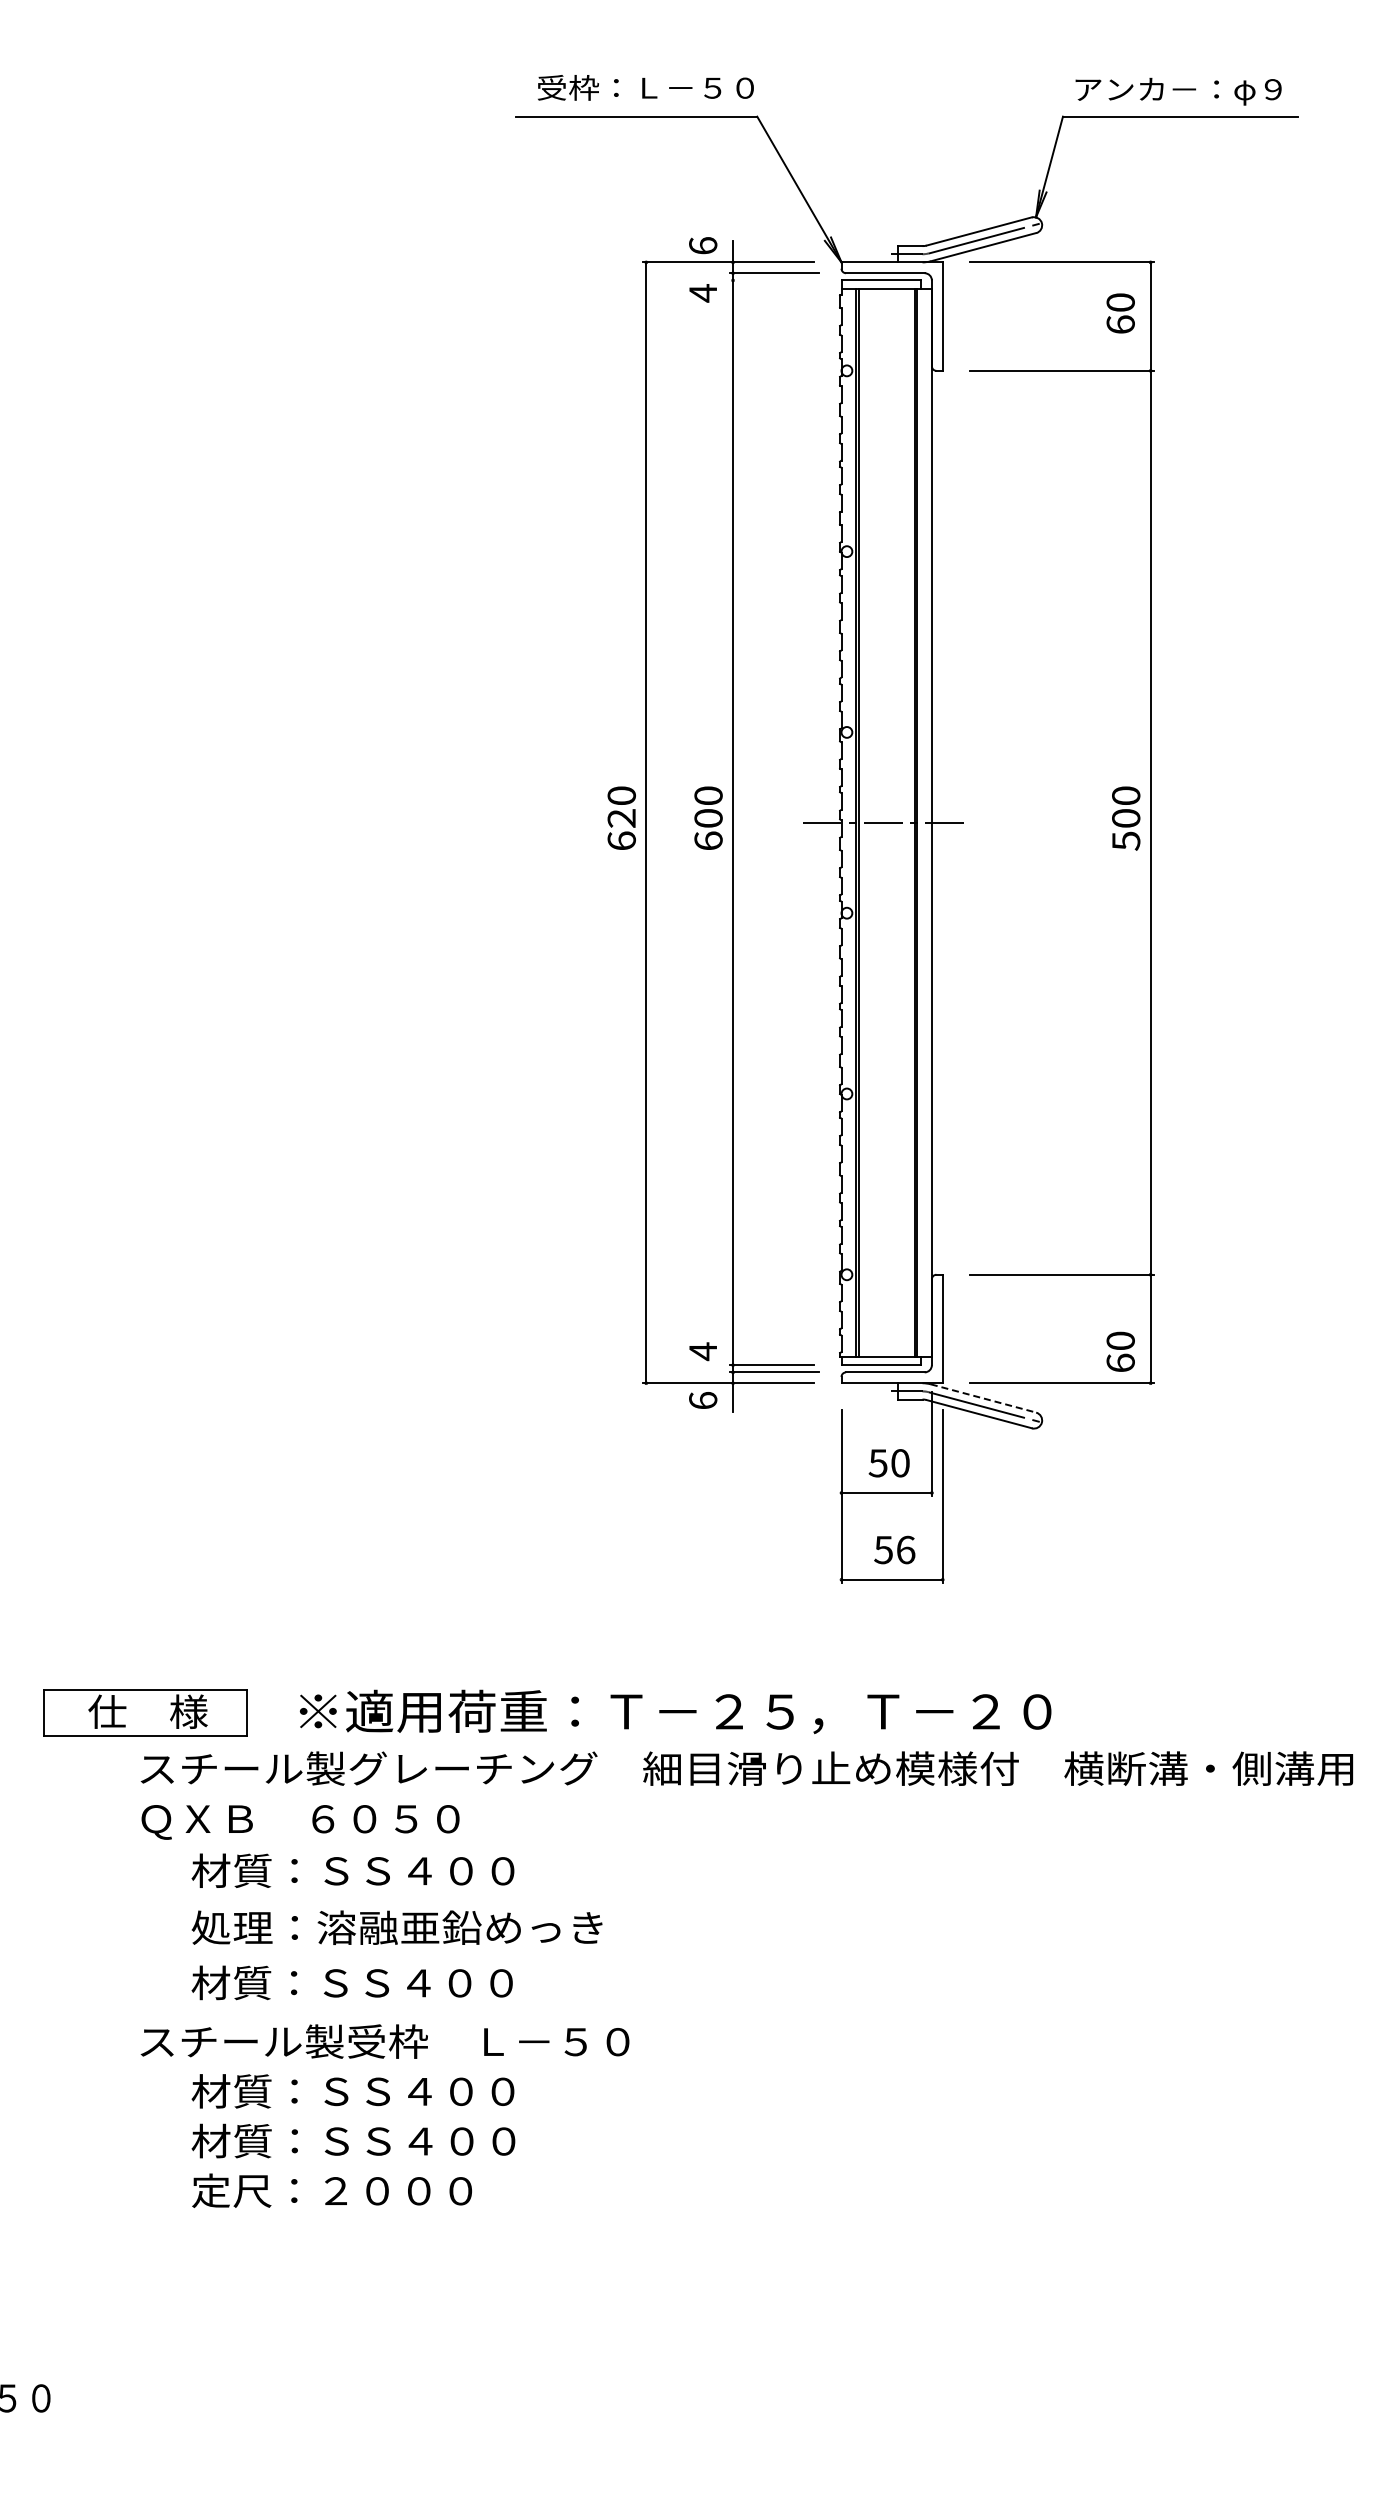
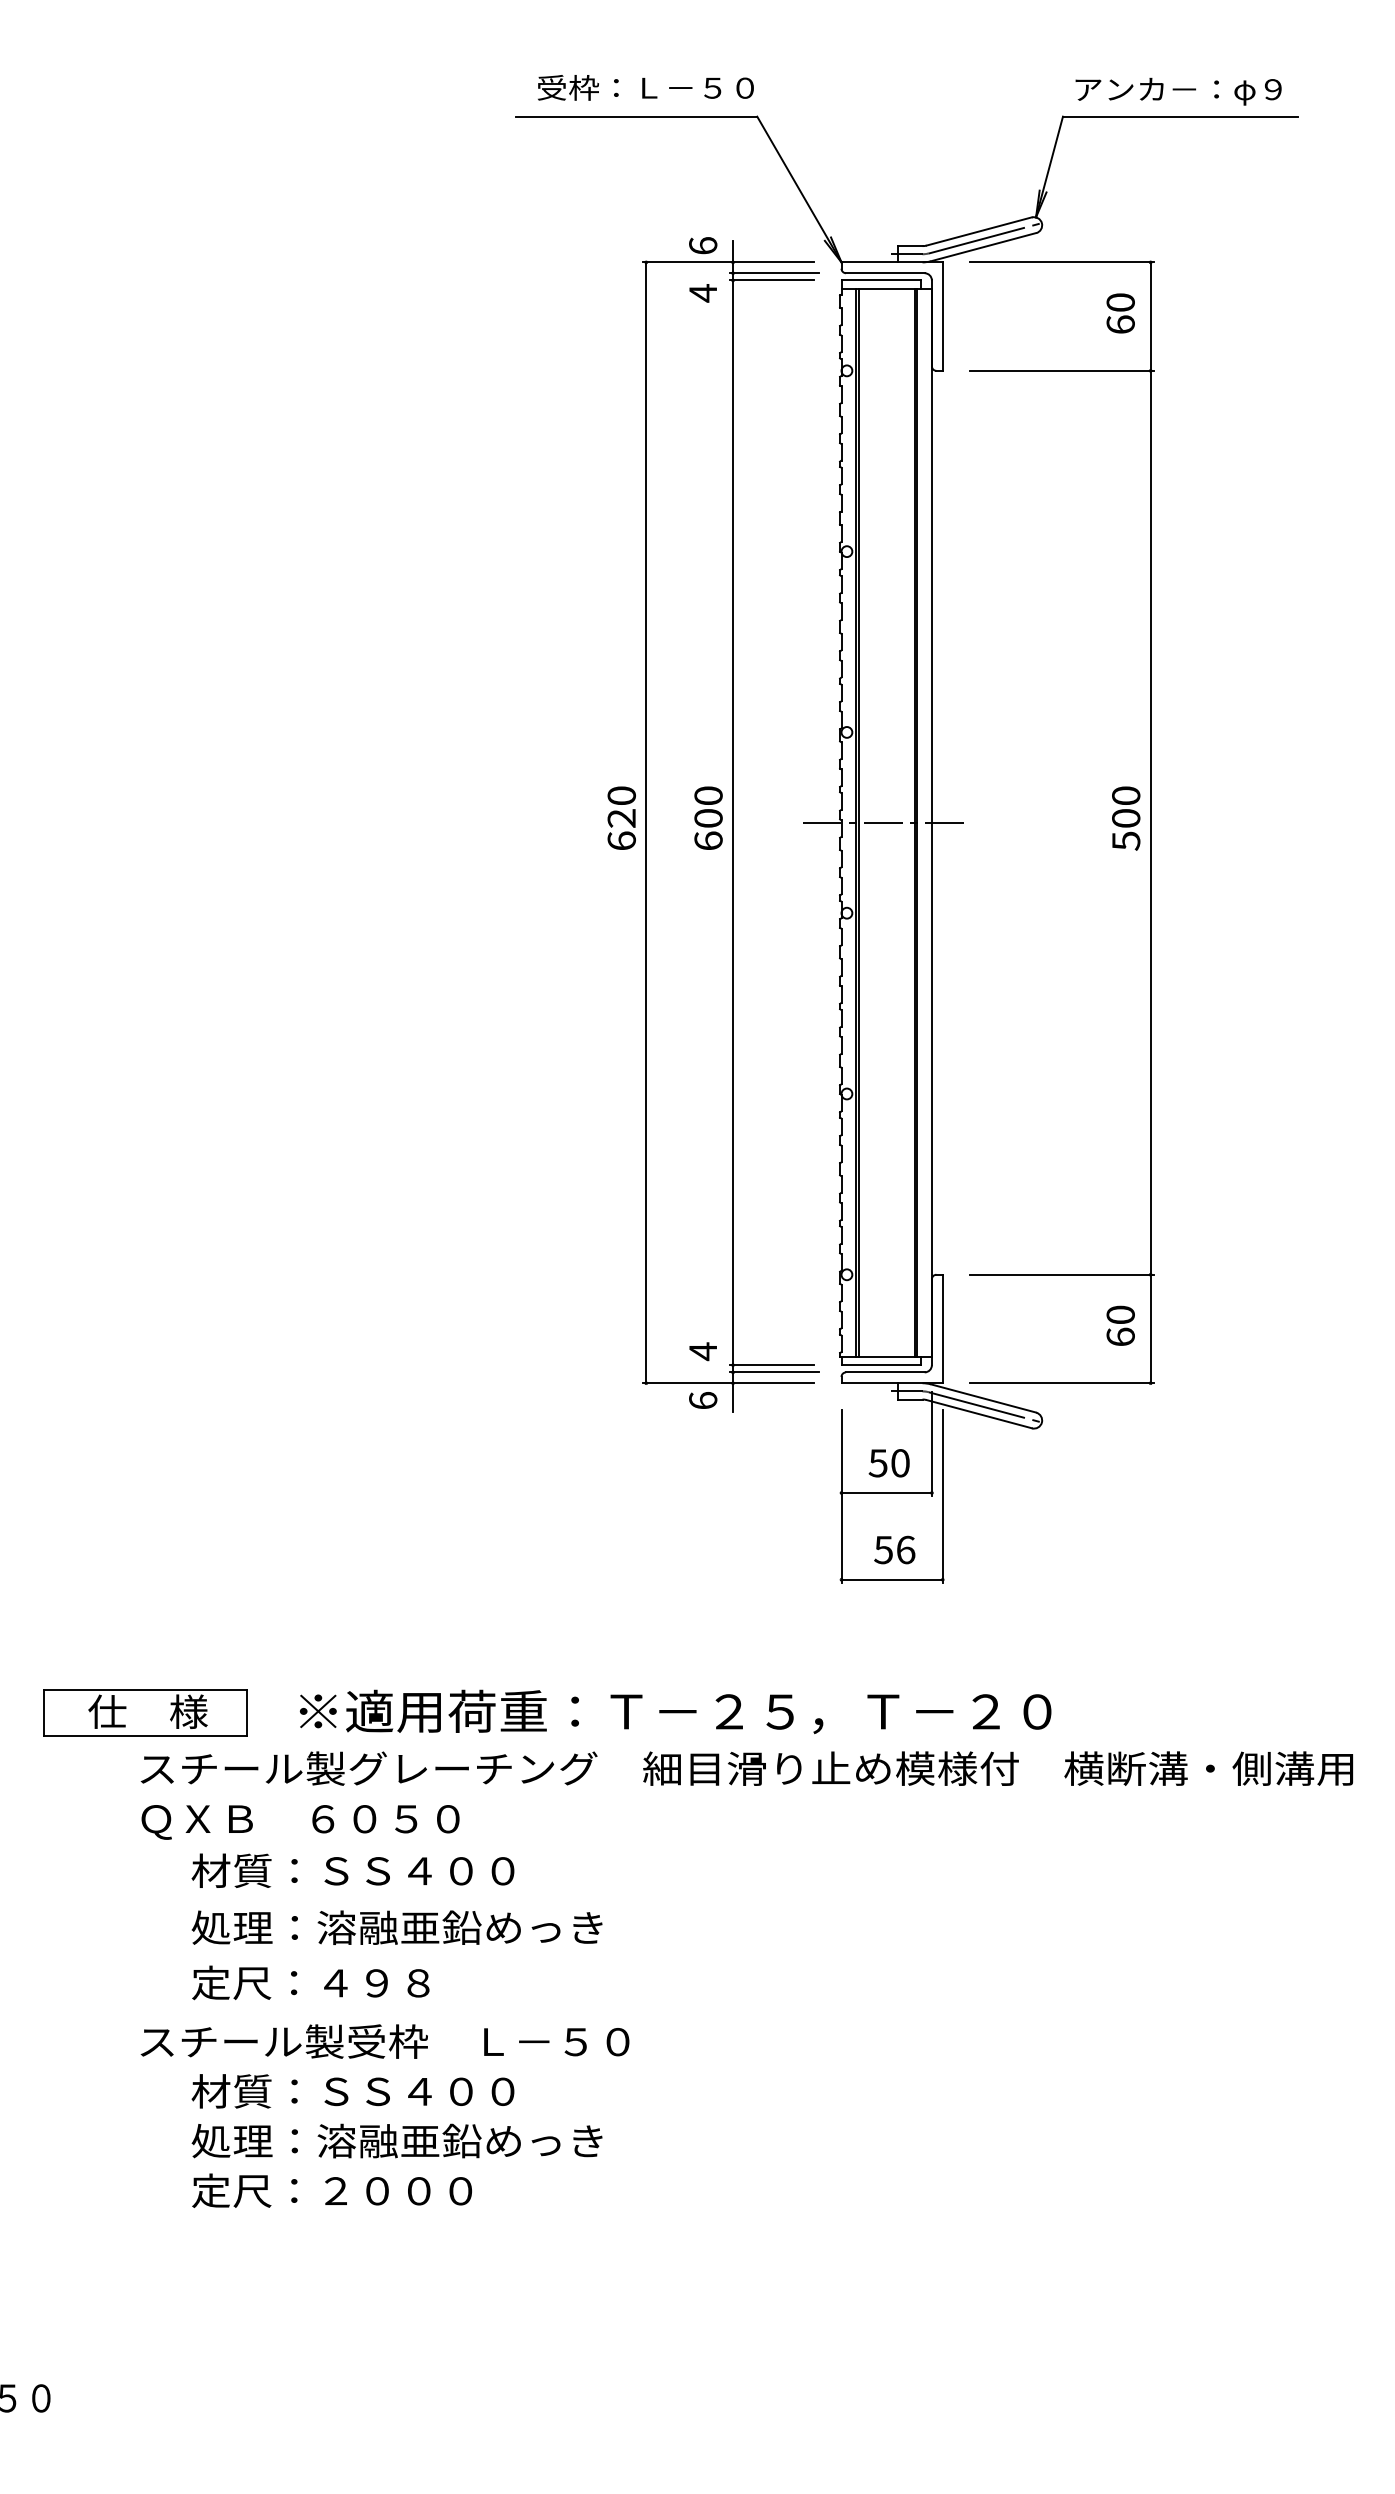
line at (771, 280): none -> present
text at (1120, 1351) position: (1120, 1351) -> (1120, 1325)
line at (983, 1398): dashed -> solid
text at (351, 1982): 材質：ＳＳ４００ -> 定尺：４９８
text at (396, 2140): 材質：ＳＳ４００ -> 処理：溶融亜鉛めっき
